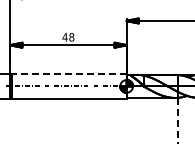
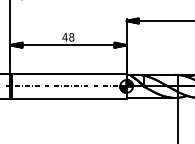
line at (69, 74): dashed -> solid
line at (177, 120): dashed -> solid
